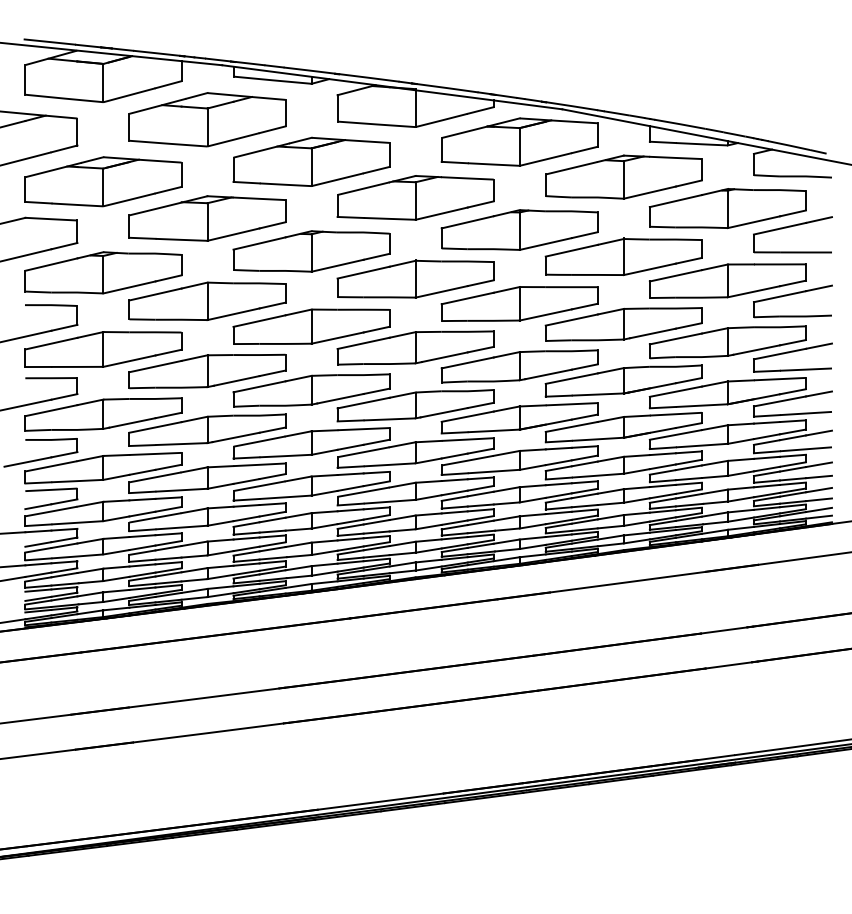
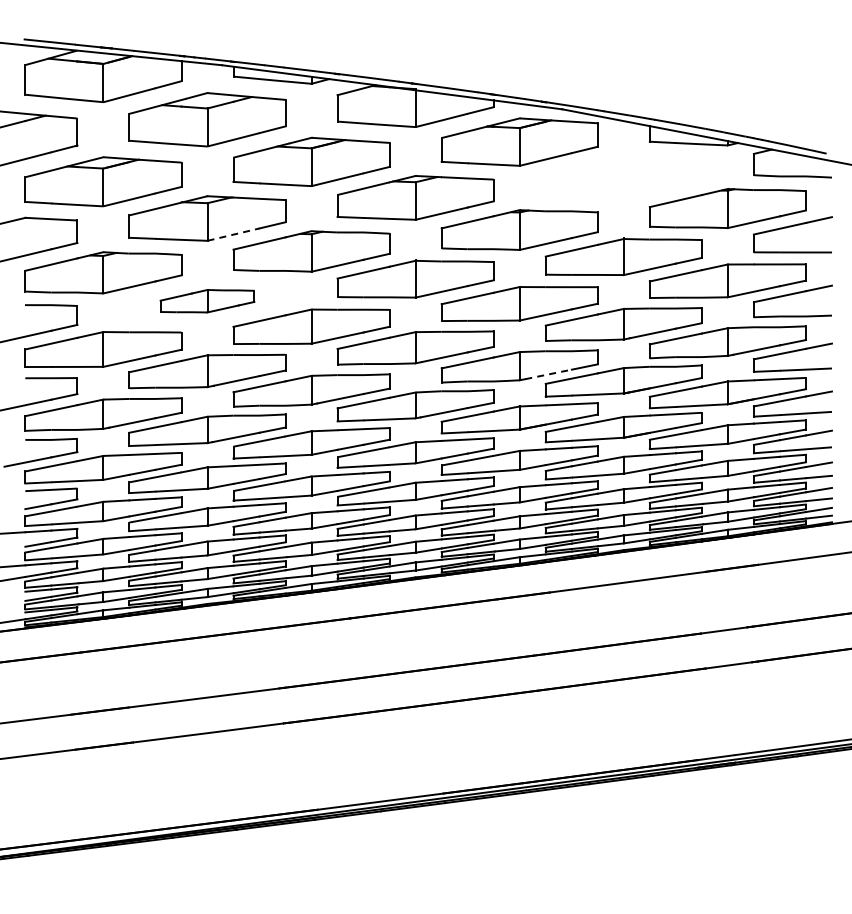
part at (623, 176): present -> none
line at (233, 234): solid -> dashed
part at (207, 300) size: 159x40 px -> 97x25 px
line at (548, 374): solid -> dashed
